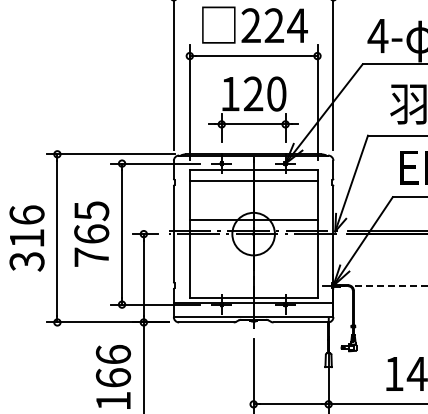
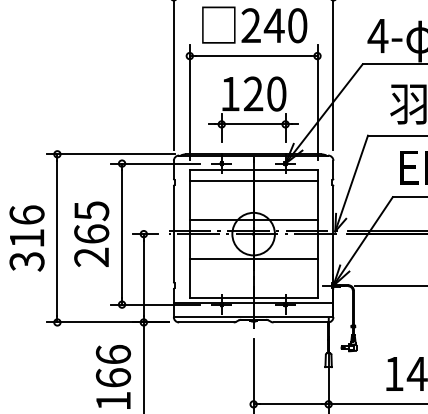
text at (285, 25): 224 -> 240
text at (91, 257): 765 -> 265
line at (253, 258): none -> present
line at (391, 285): dashed -> solid
